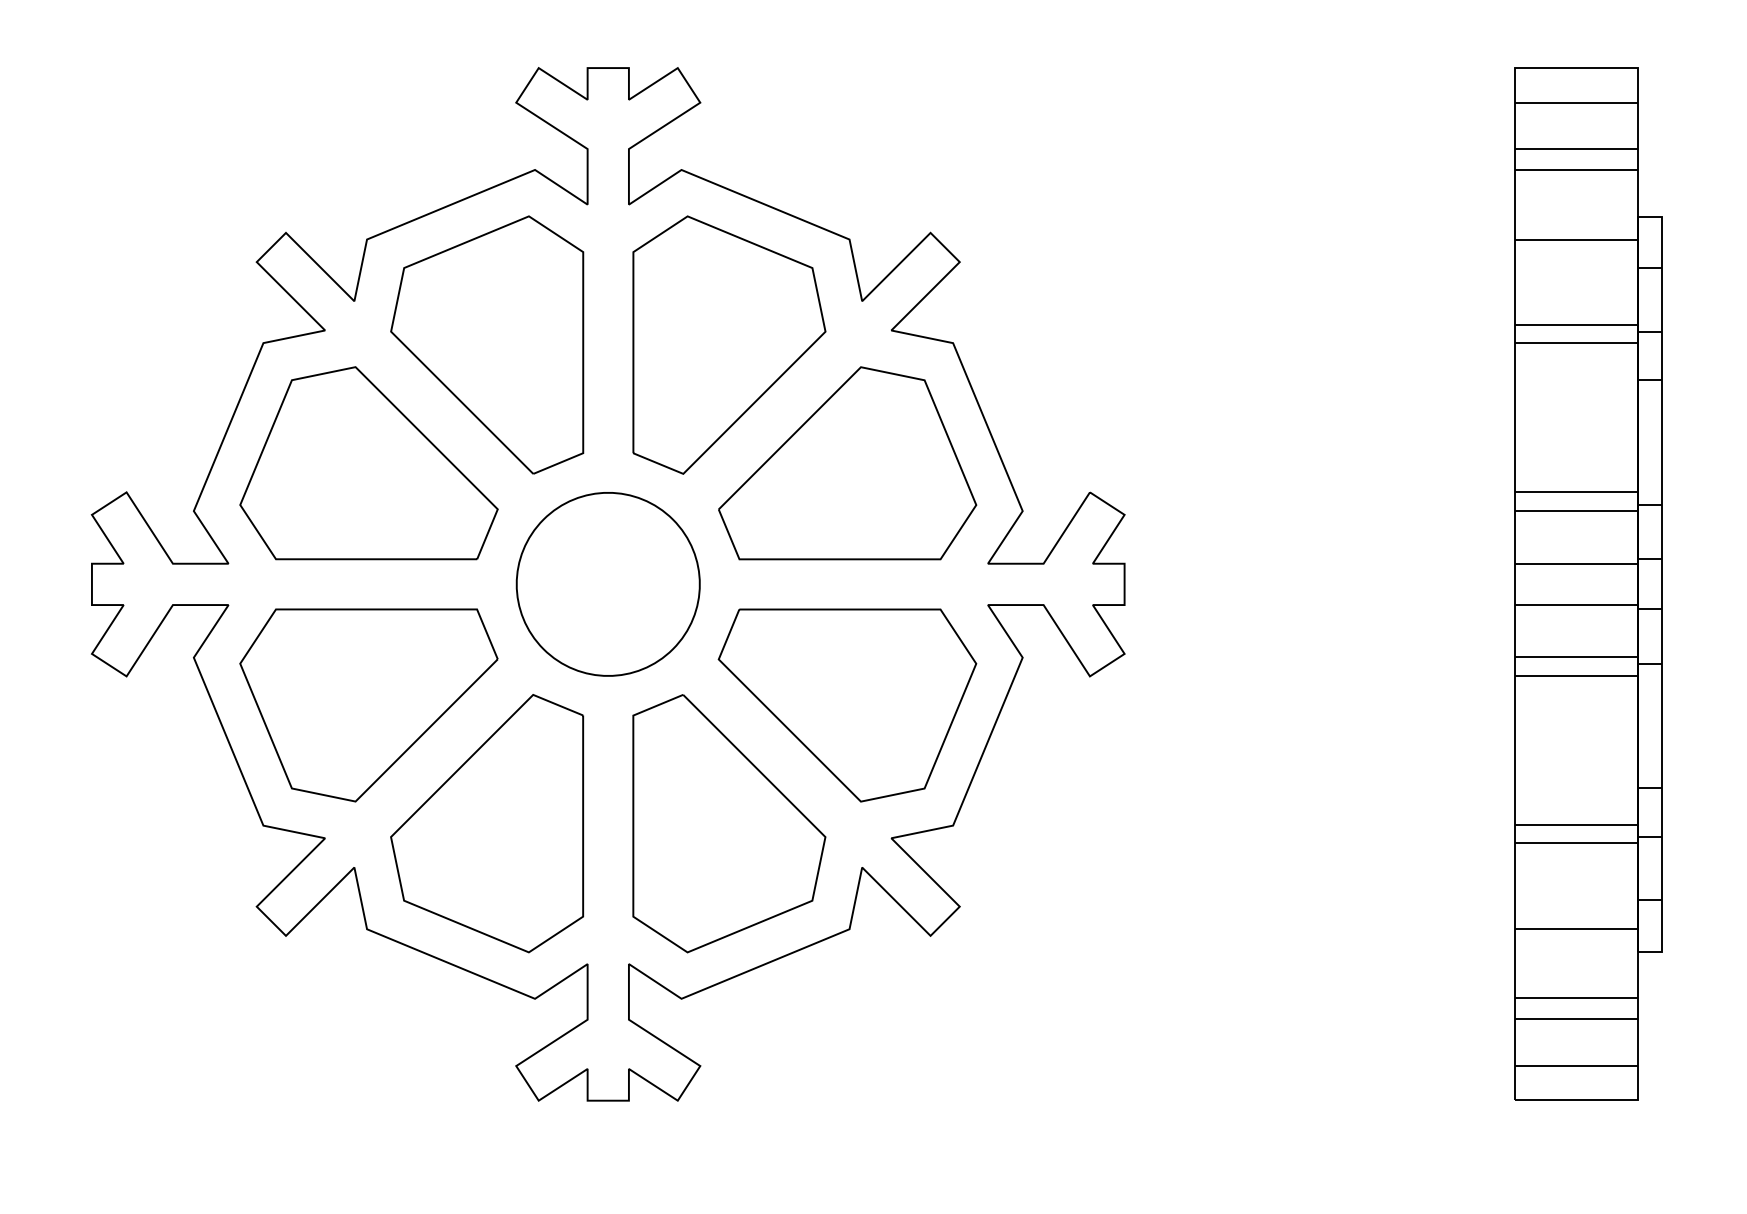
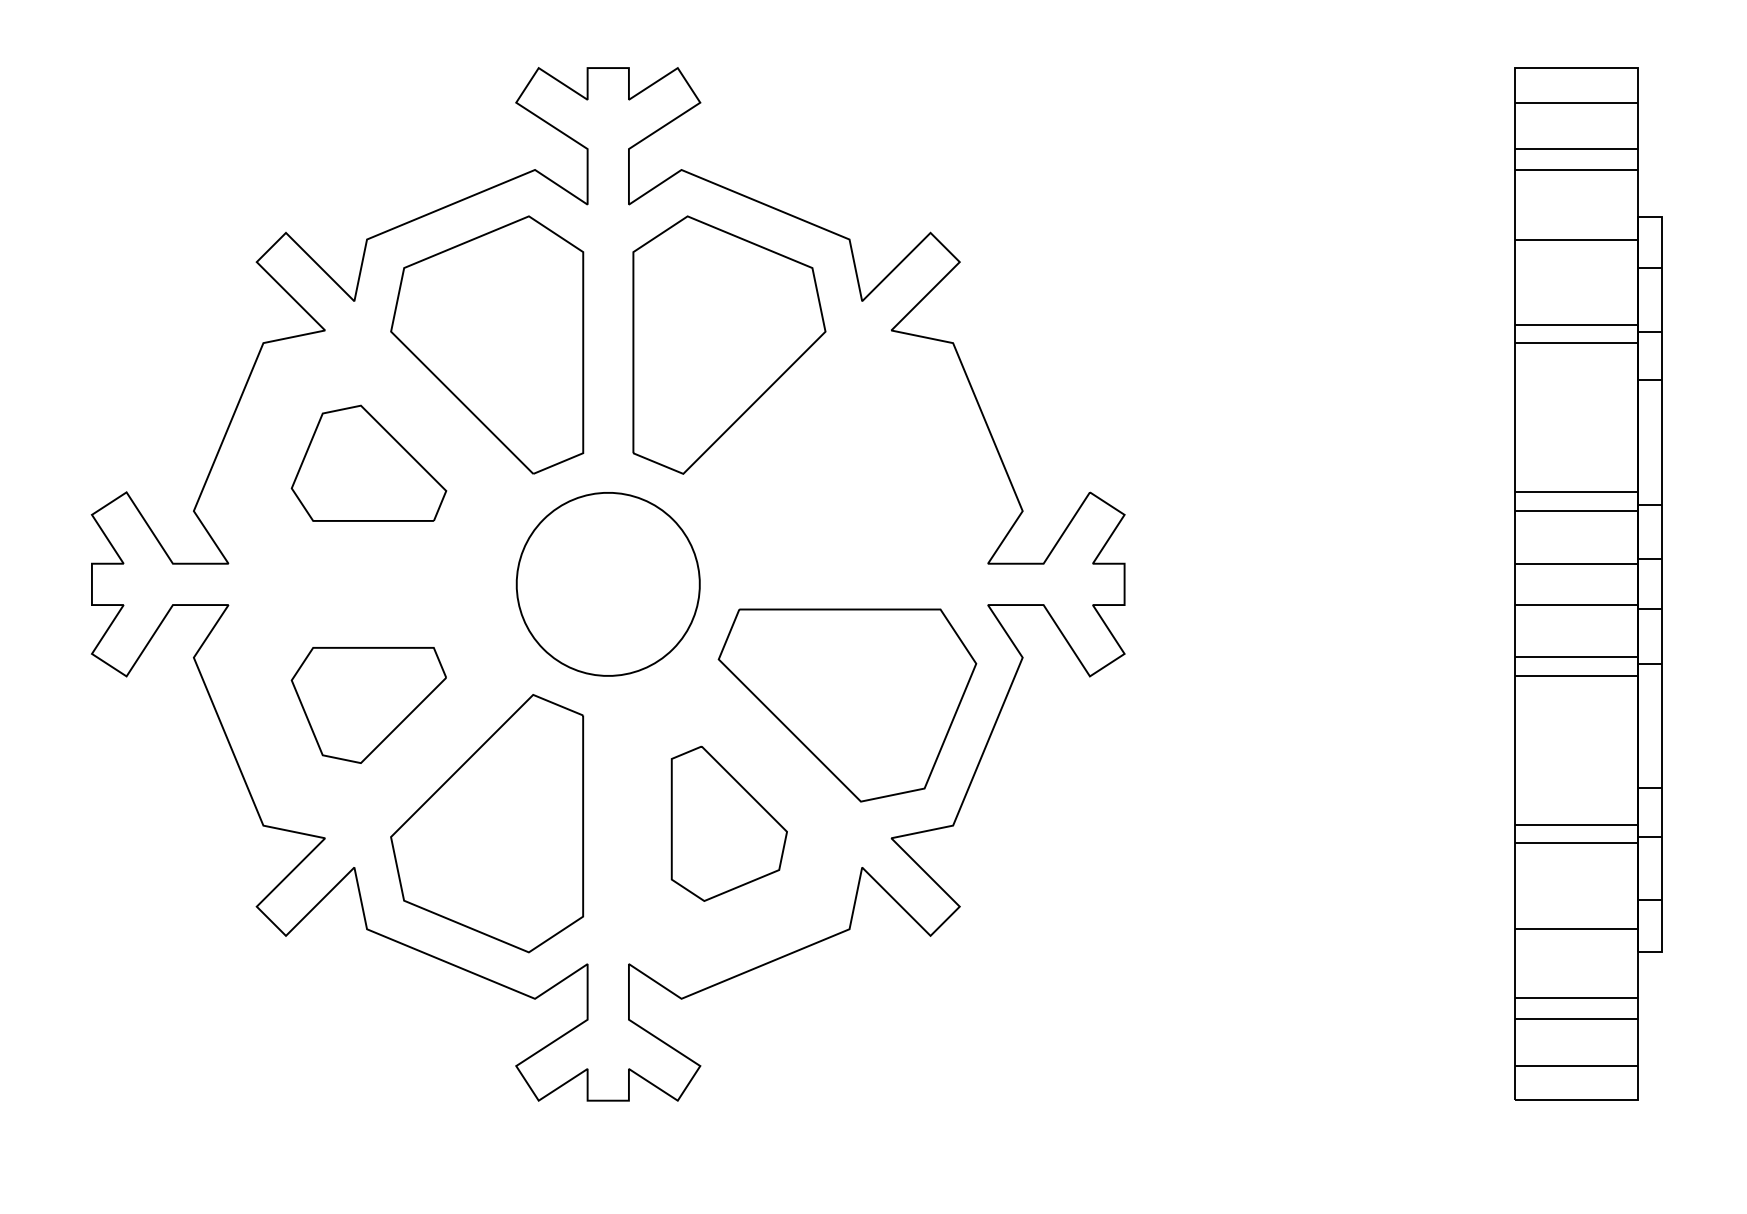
part at (368, 463) size: 260x195 px -> 158x118 px
part at (847, 463): present -> none
part at (368, 705) size: 260x195 px -> 157x117 px
part at (729, 823) size: 195x260 px -> 118x157 px
